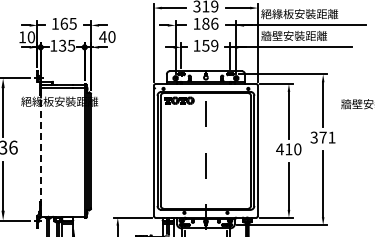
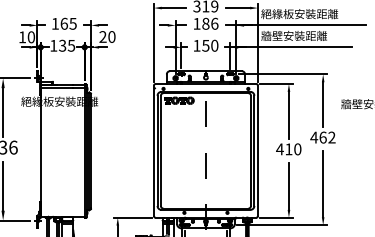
text at (102, 36): 40 -> 20
text at (214, 45): 159 -> 150
text at (322, 137): 371 -> 462
line at (40, 152): dashed -> solid
